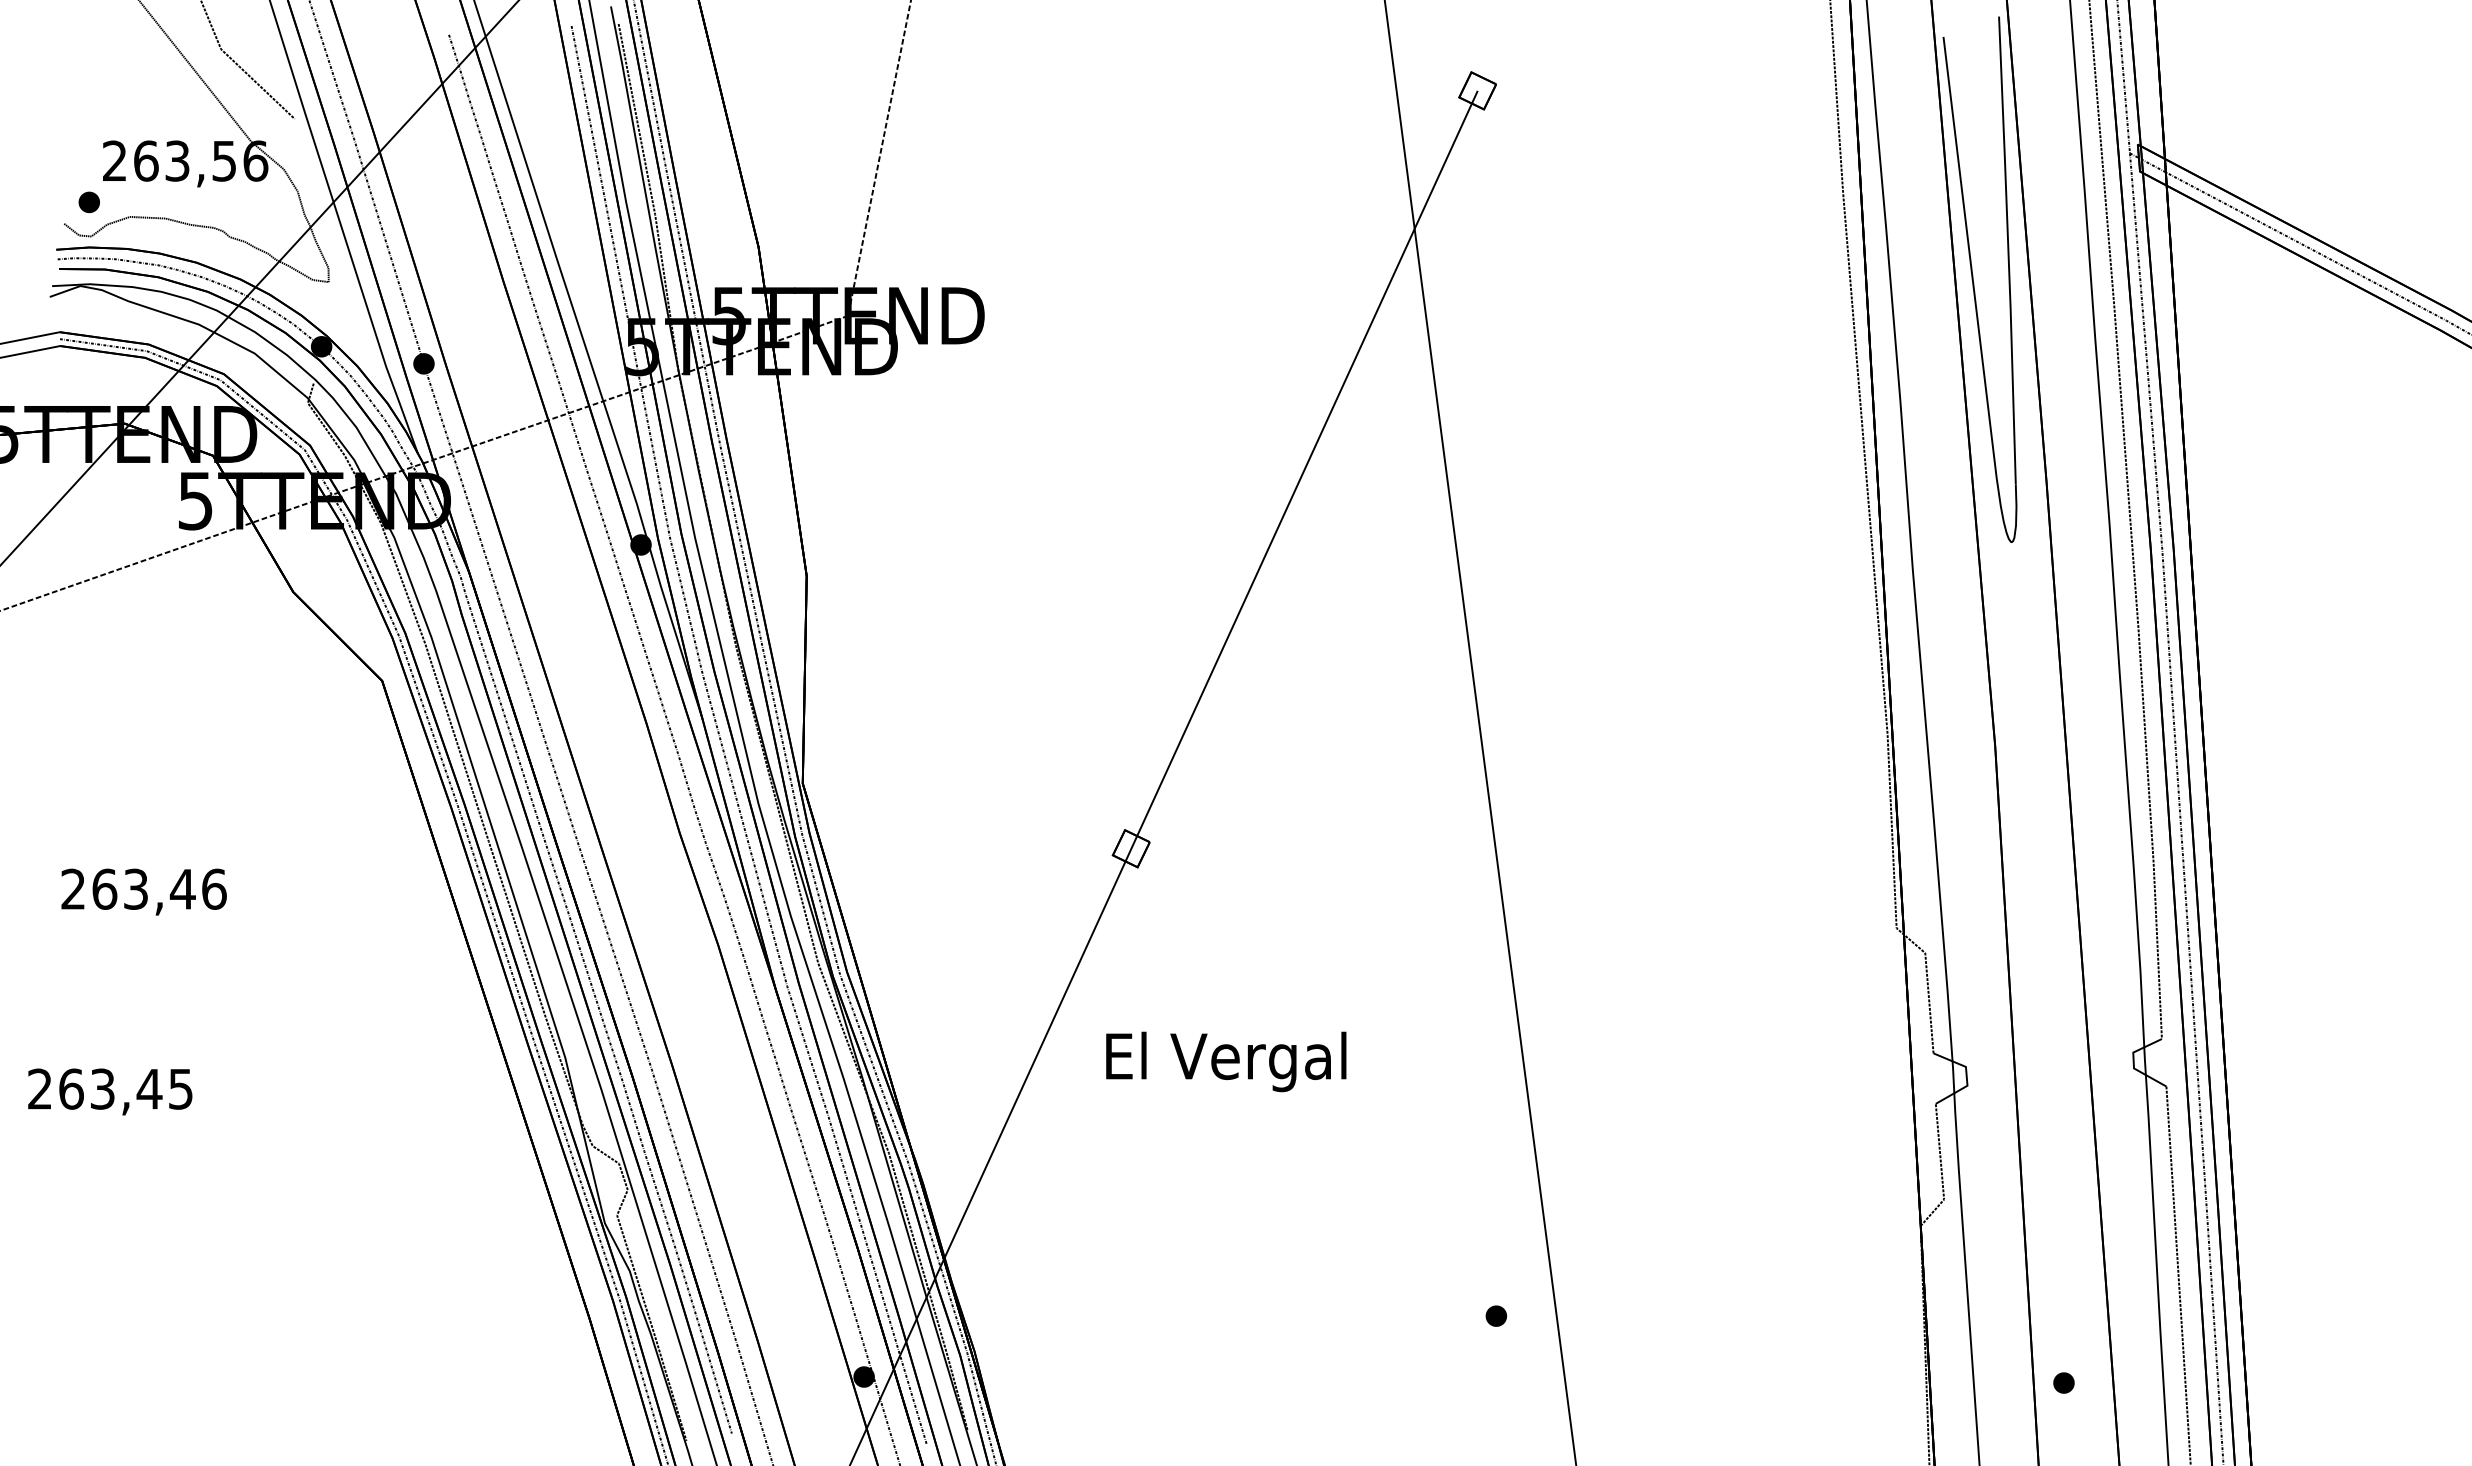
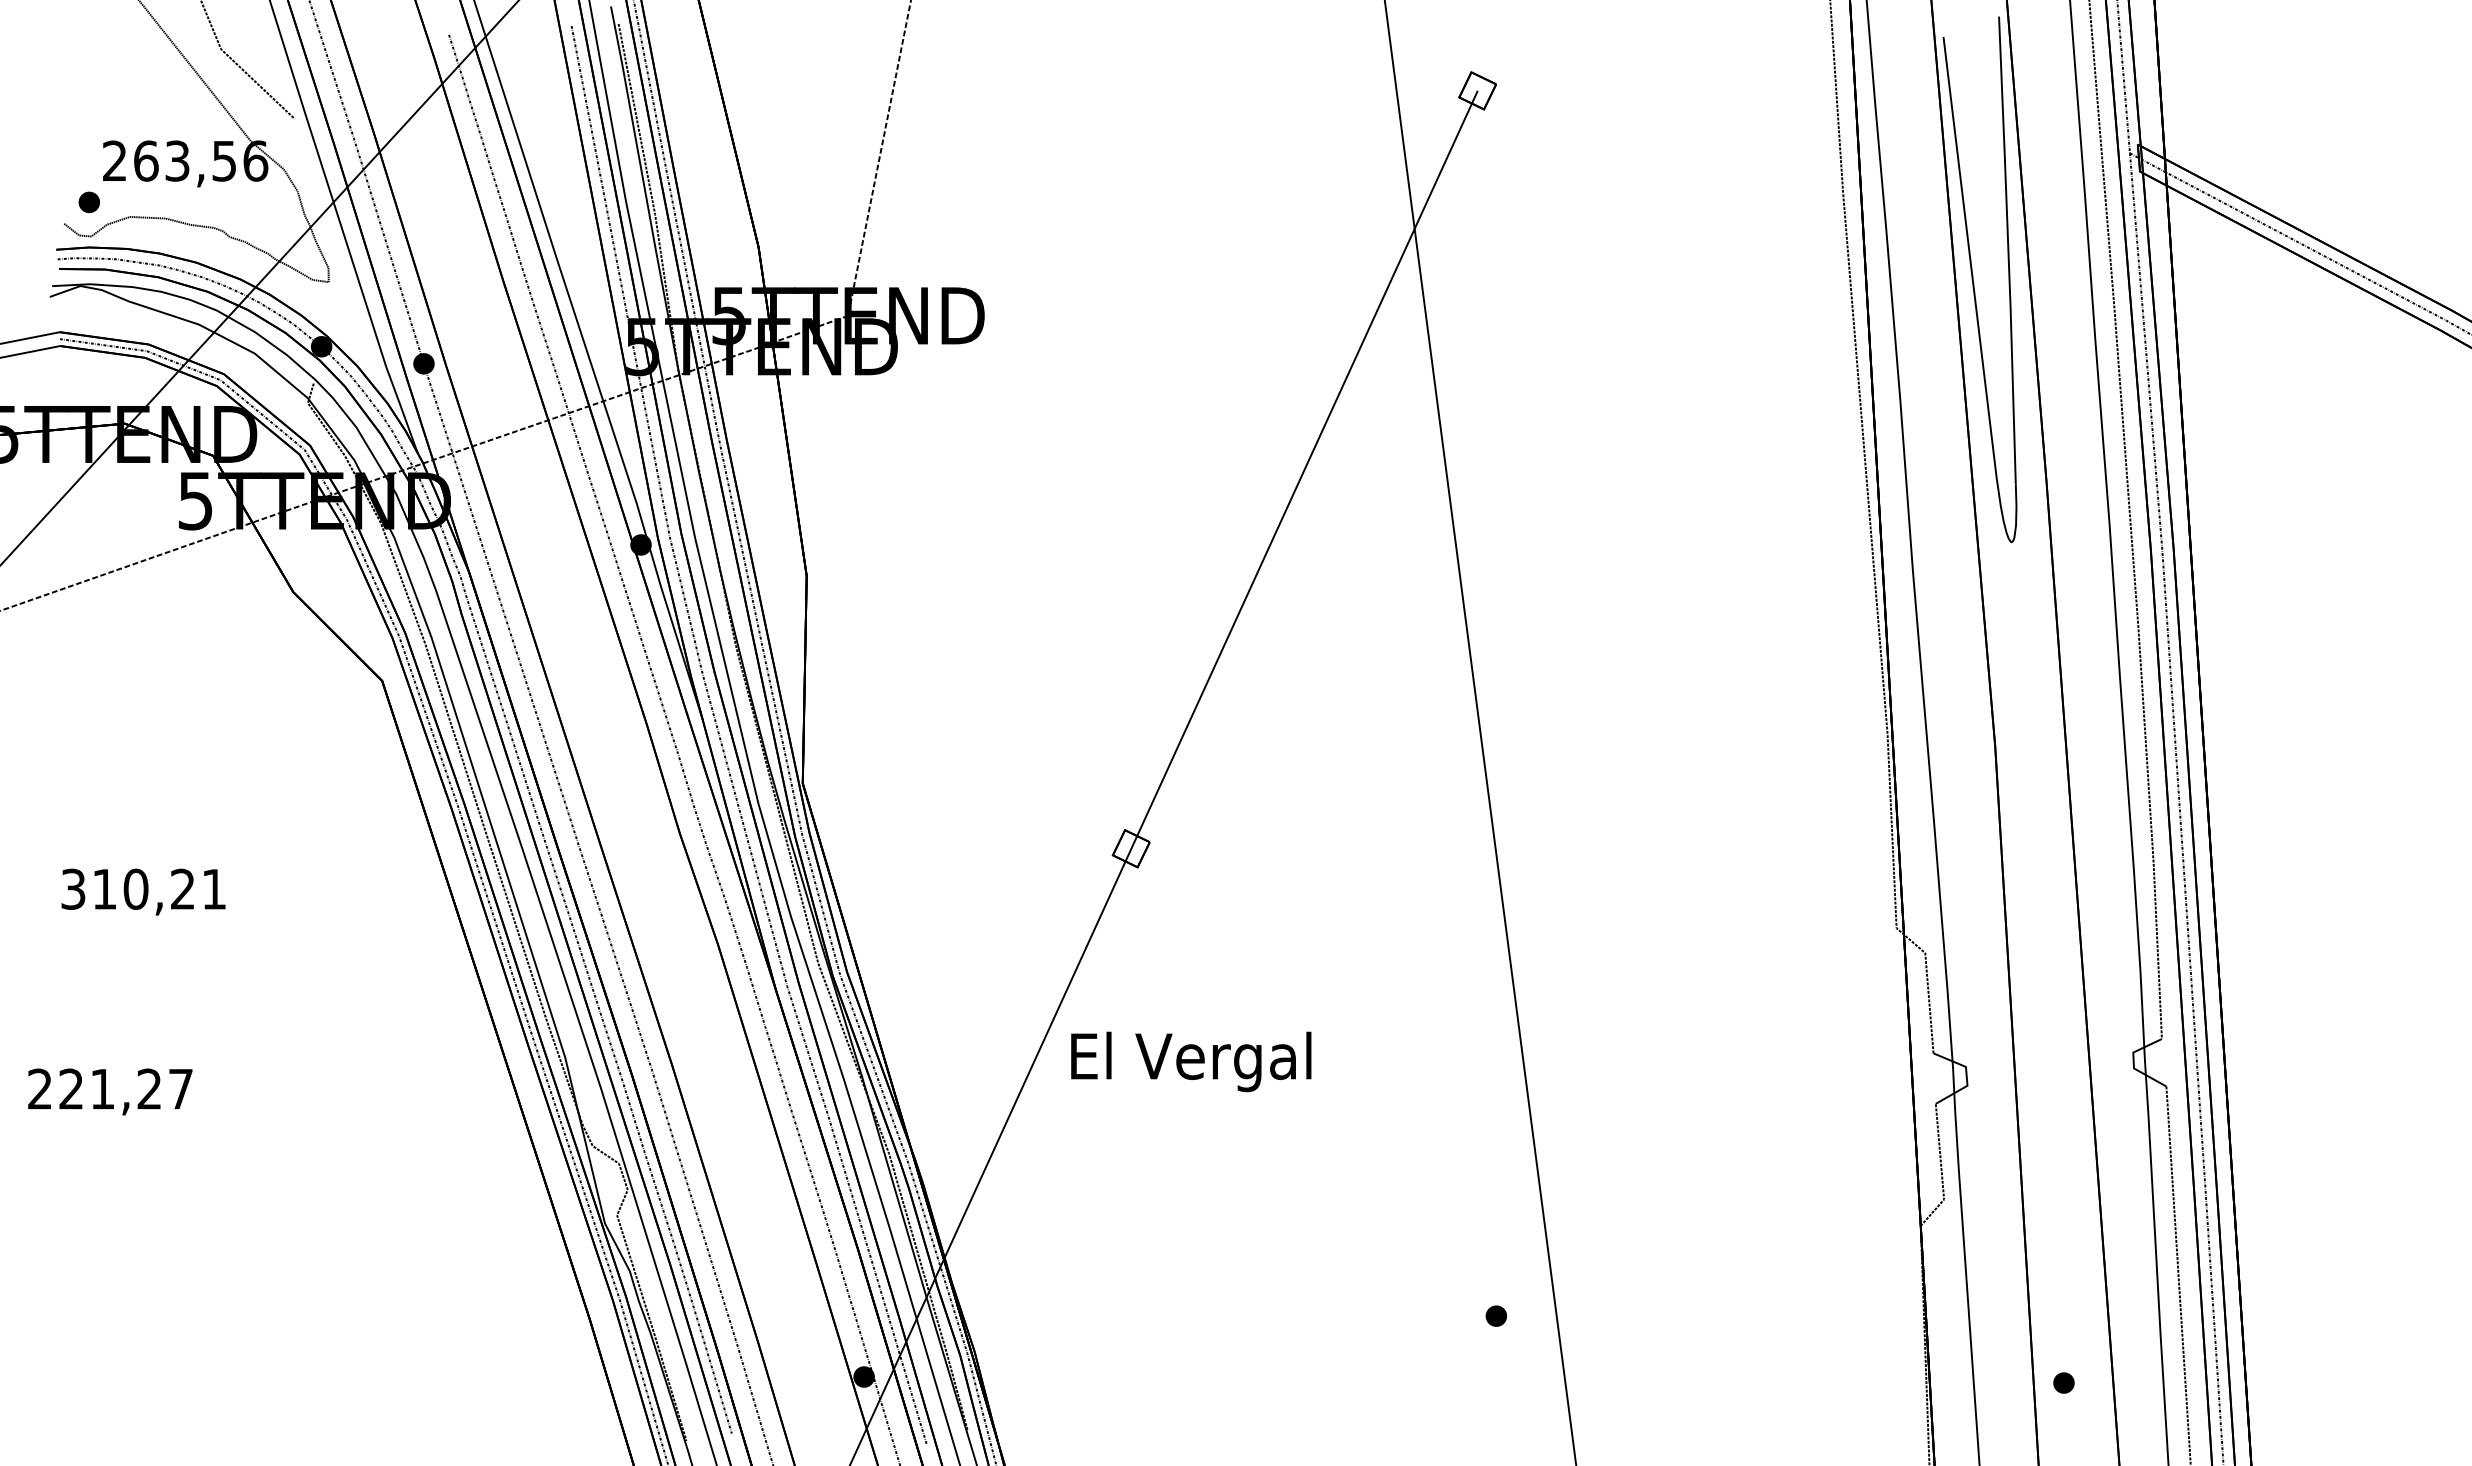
text at (143, 888): 263,46 -> 310,21
text at (1226, 1061) position: (1226, 1061) -> (1191, 1061)
text at (125, 1088): 263,45 -> 221,27
